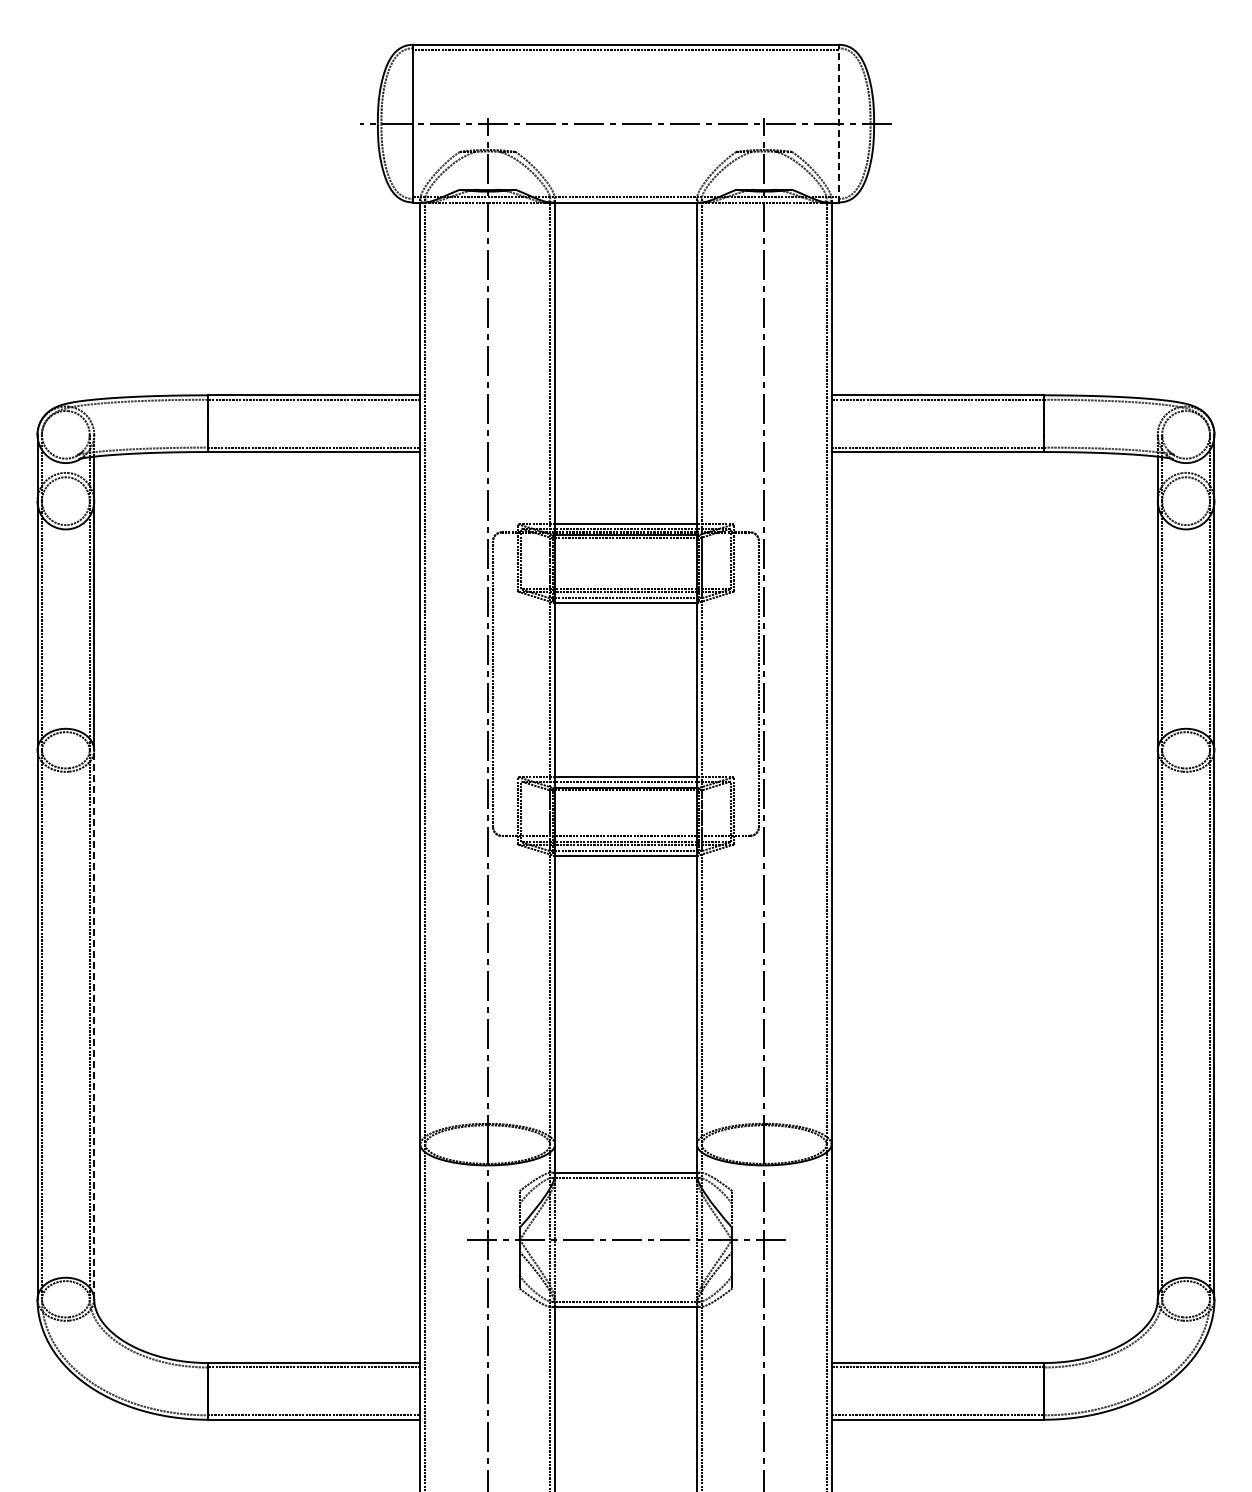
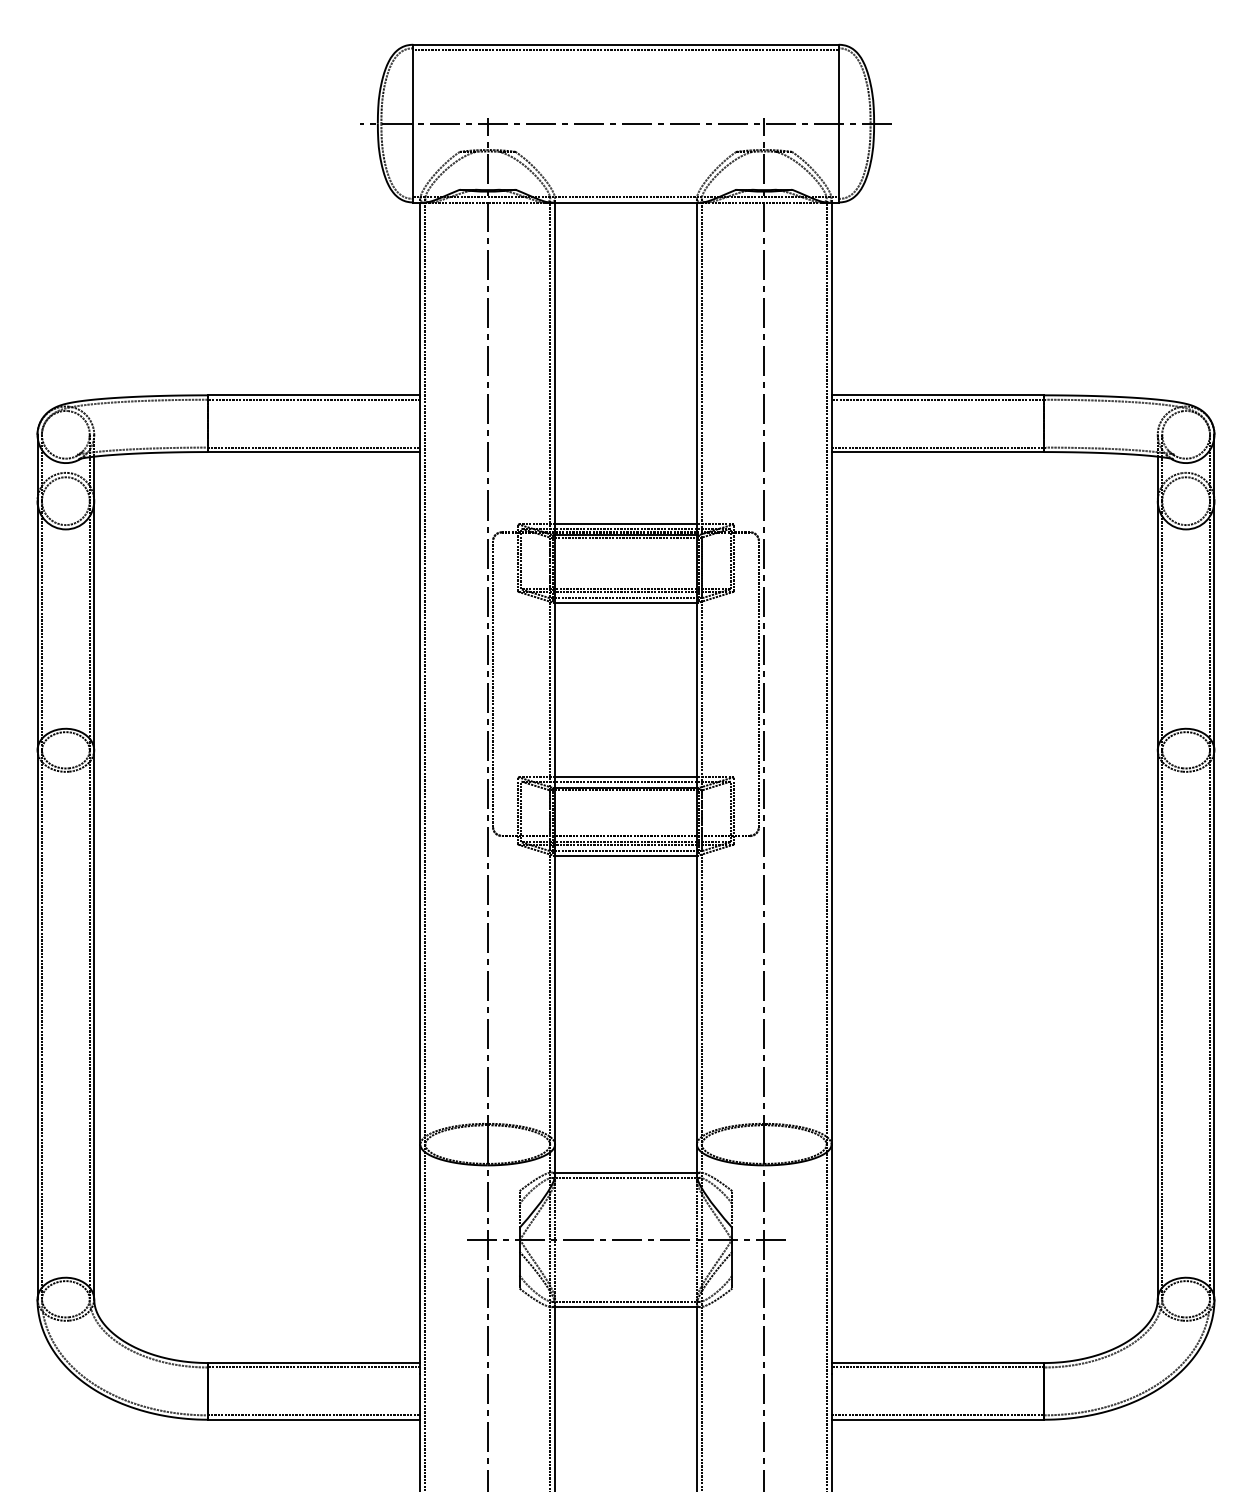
line at (838, 123): dashed -> solid
line at (94, 1024): dashed -> solid
